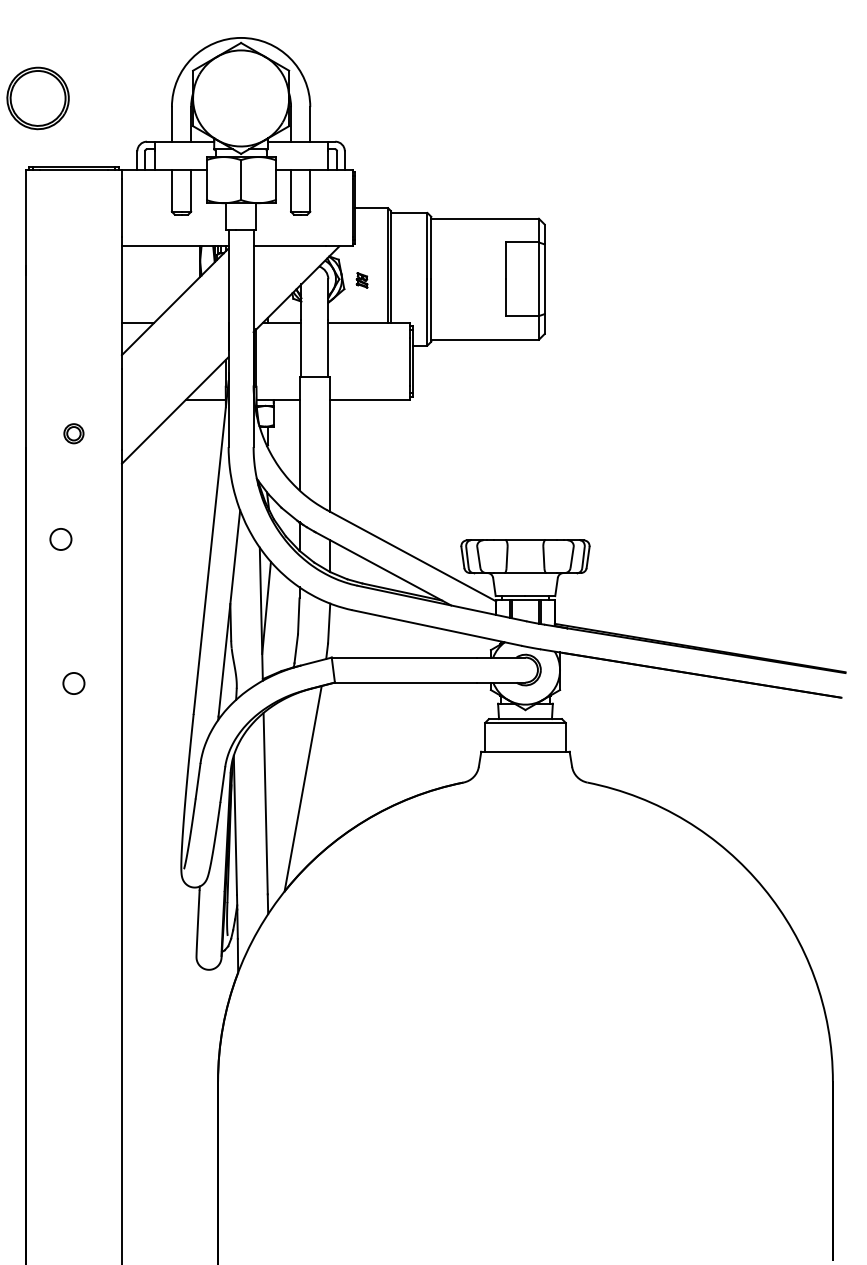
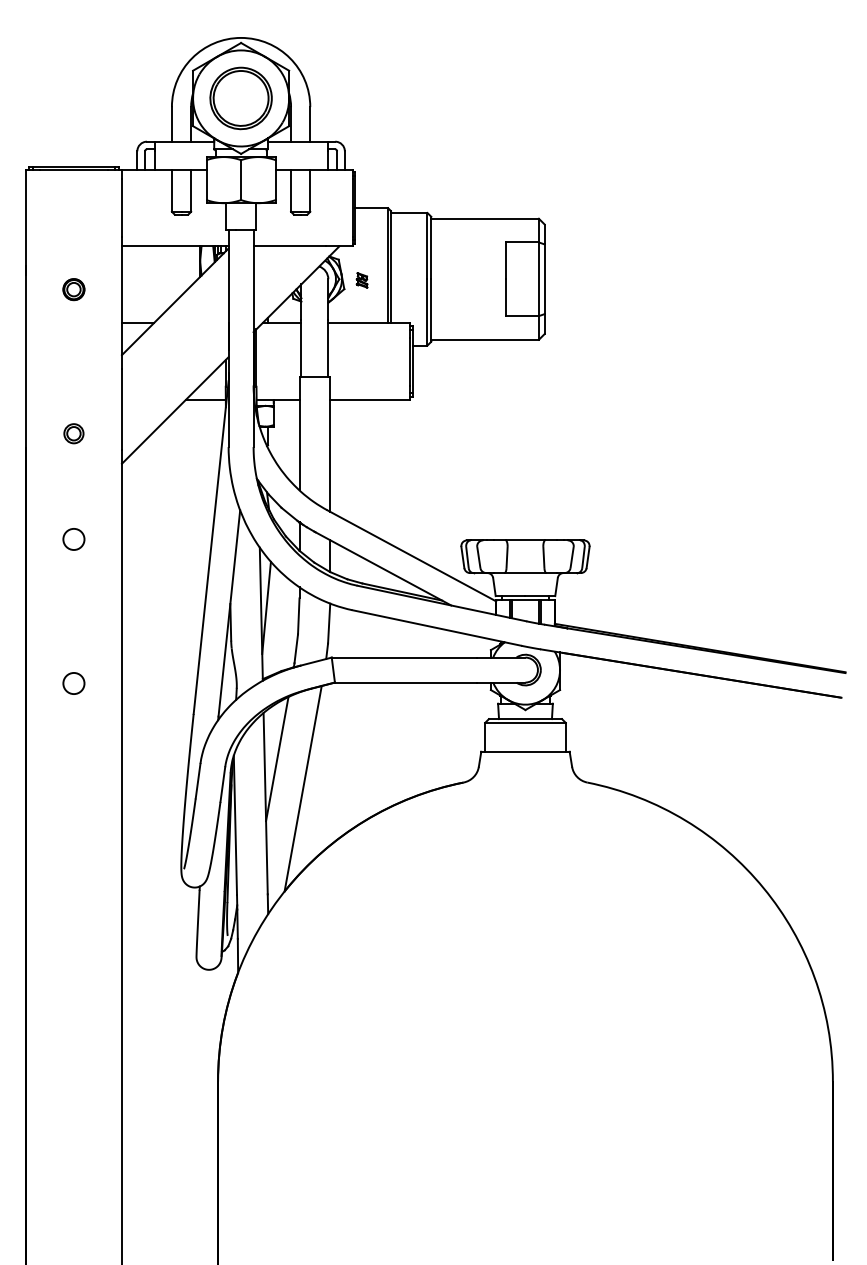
part at (37, 98) position: (37, 98) -> (240, 98)
part at (73, 289): none -> present
circle at (60, 539) position: (60, 539) -> (73, 539)
line at (277, 759): none -> present
